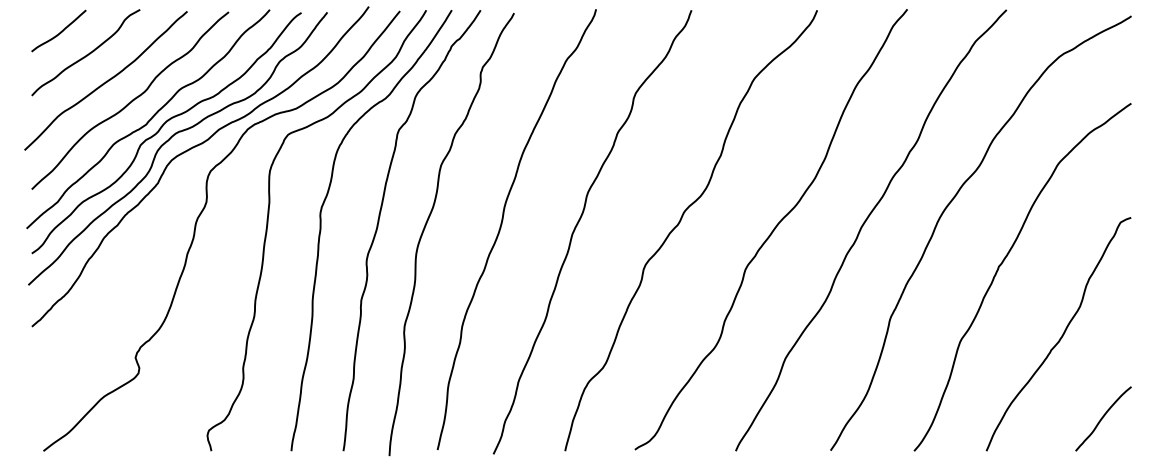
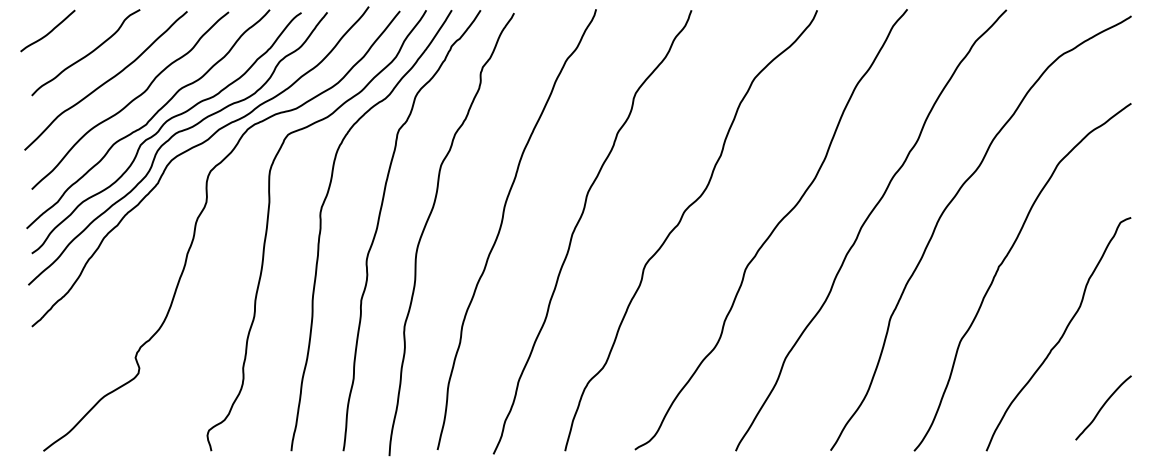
curve at (60, 31) position: (60, 31) -> (49, 31)
curve at (1103, 418) position: (1103, 418) -> (1103, 407)
